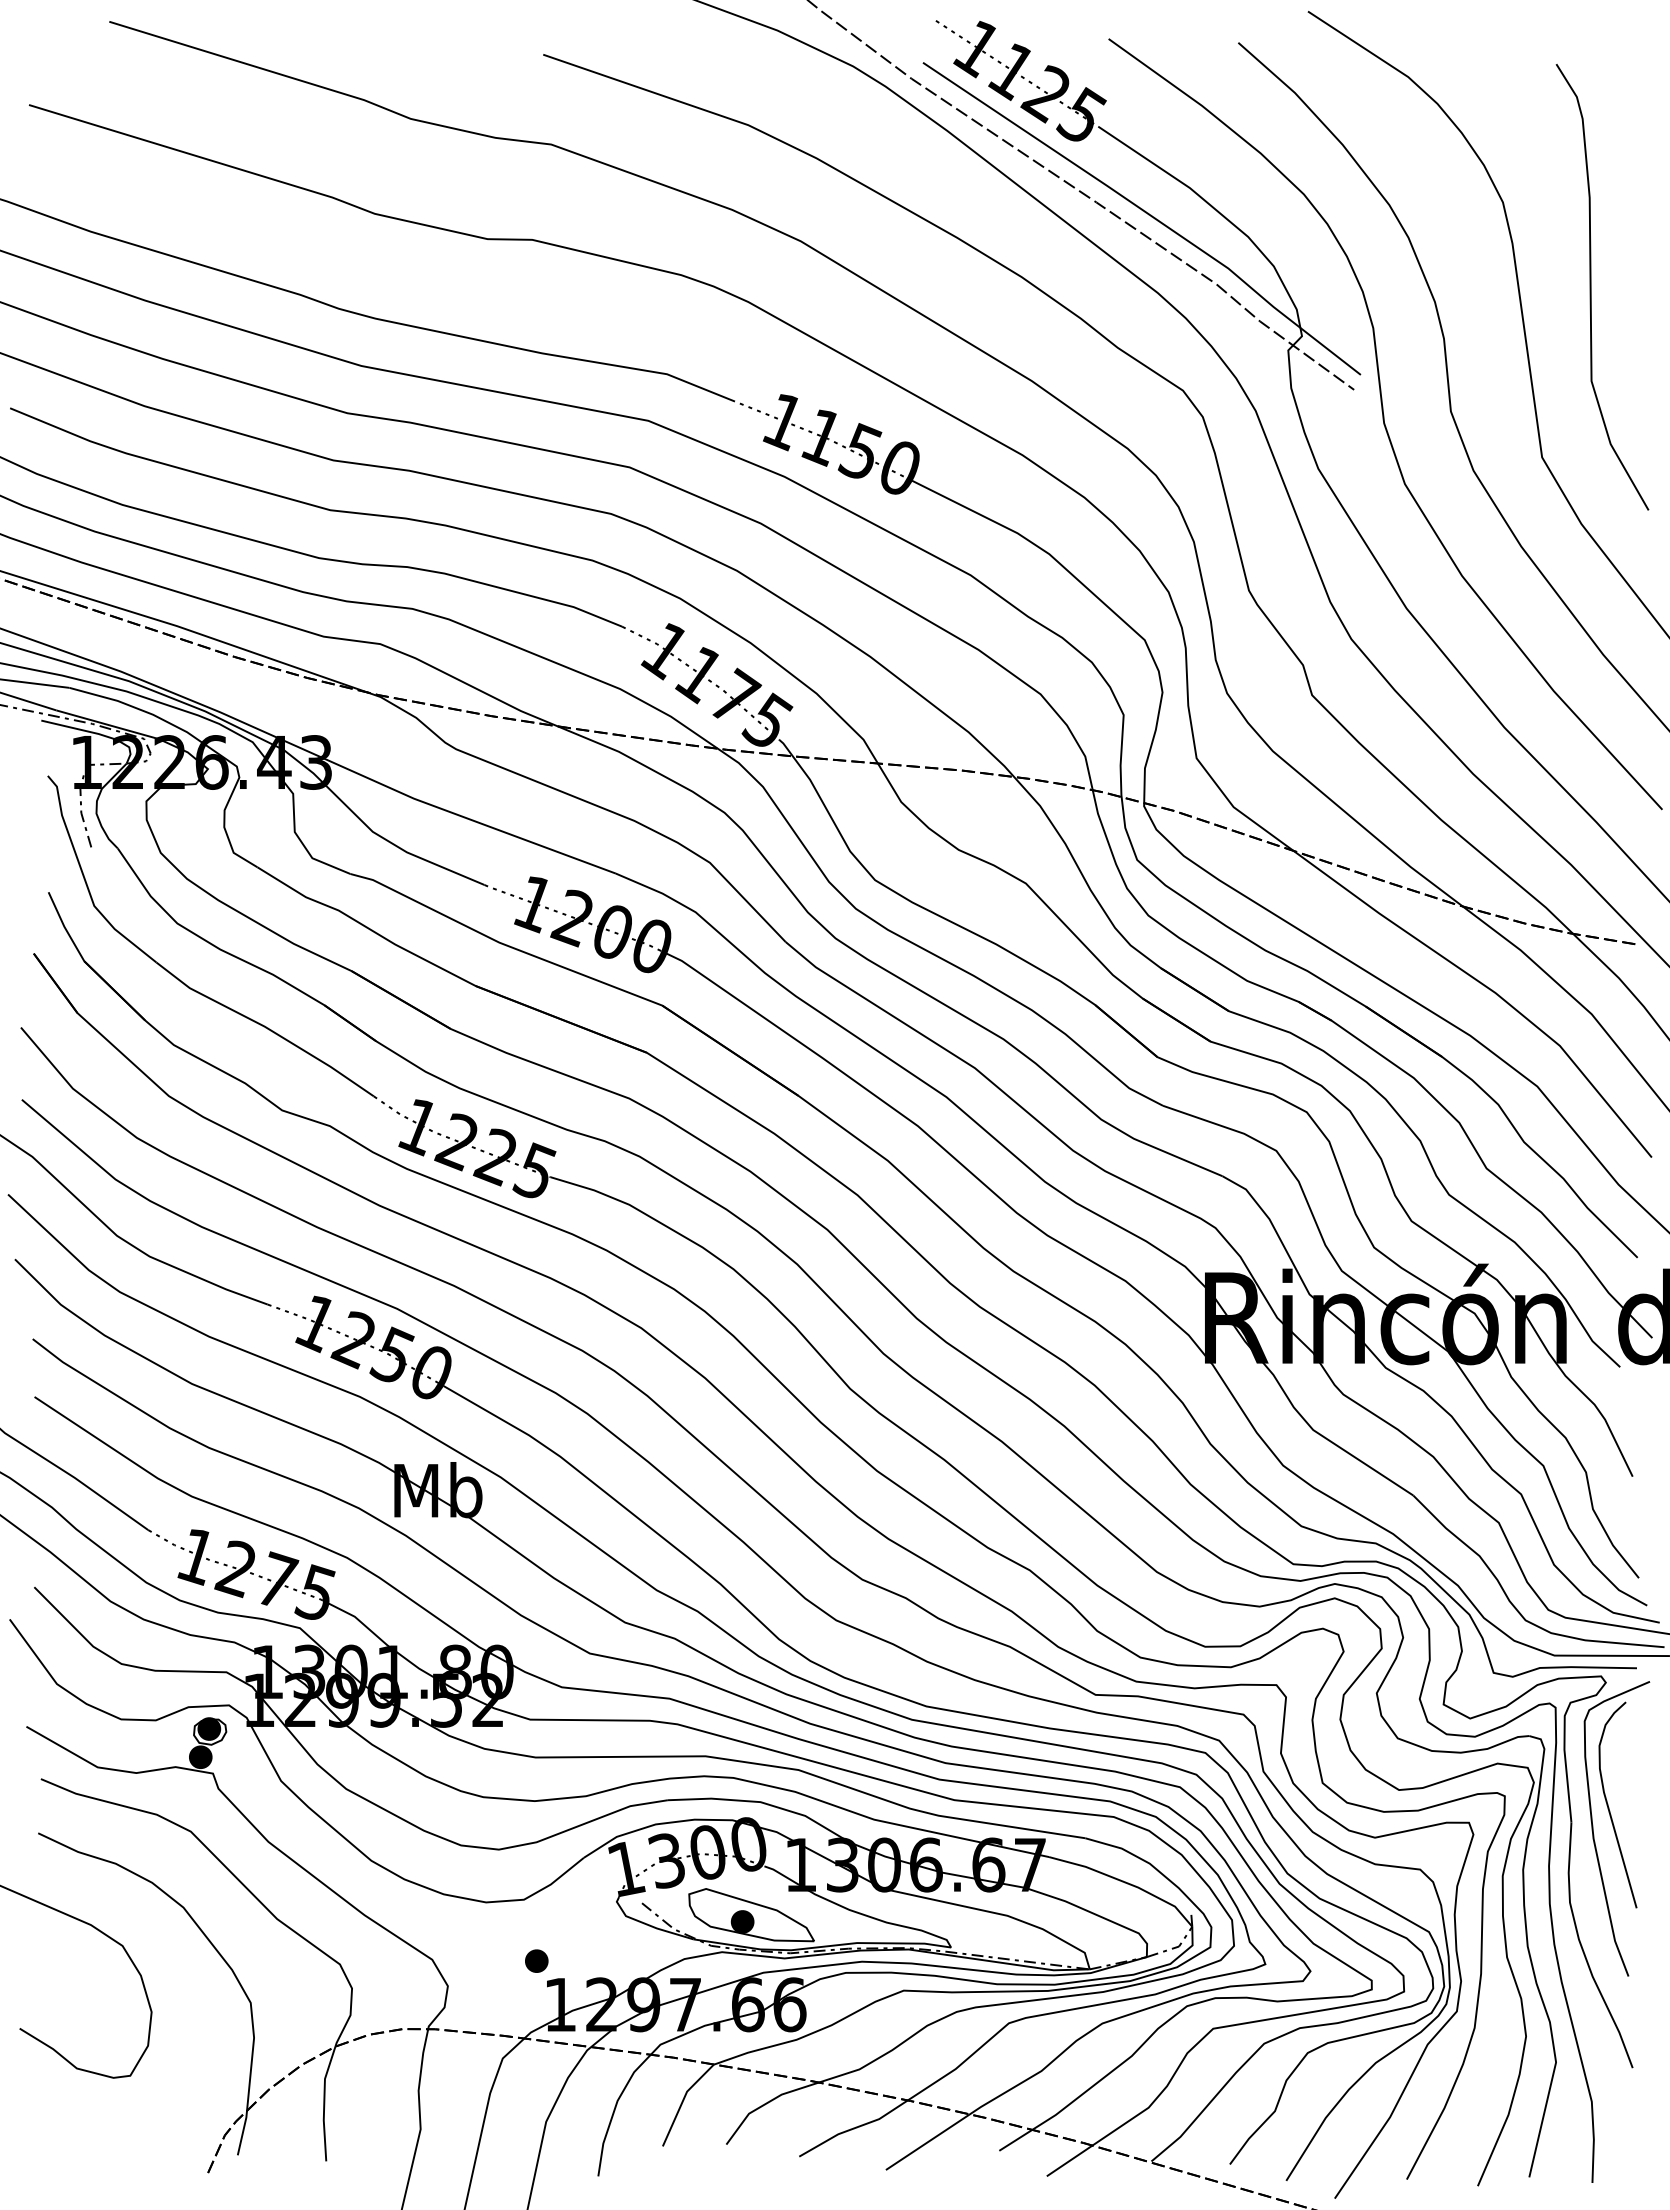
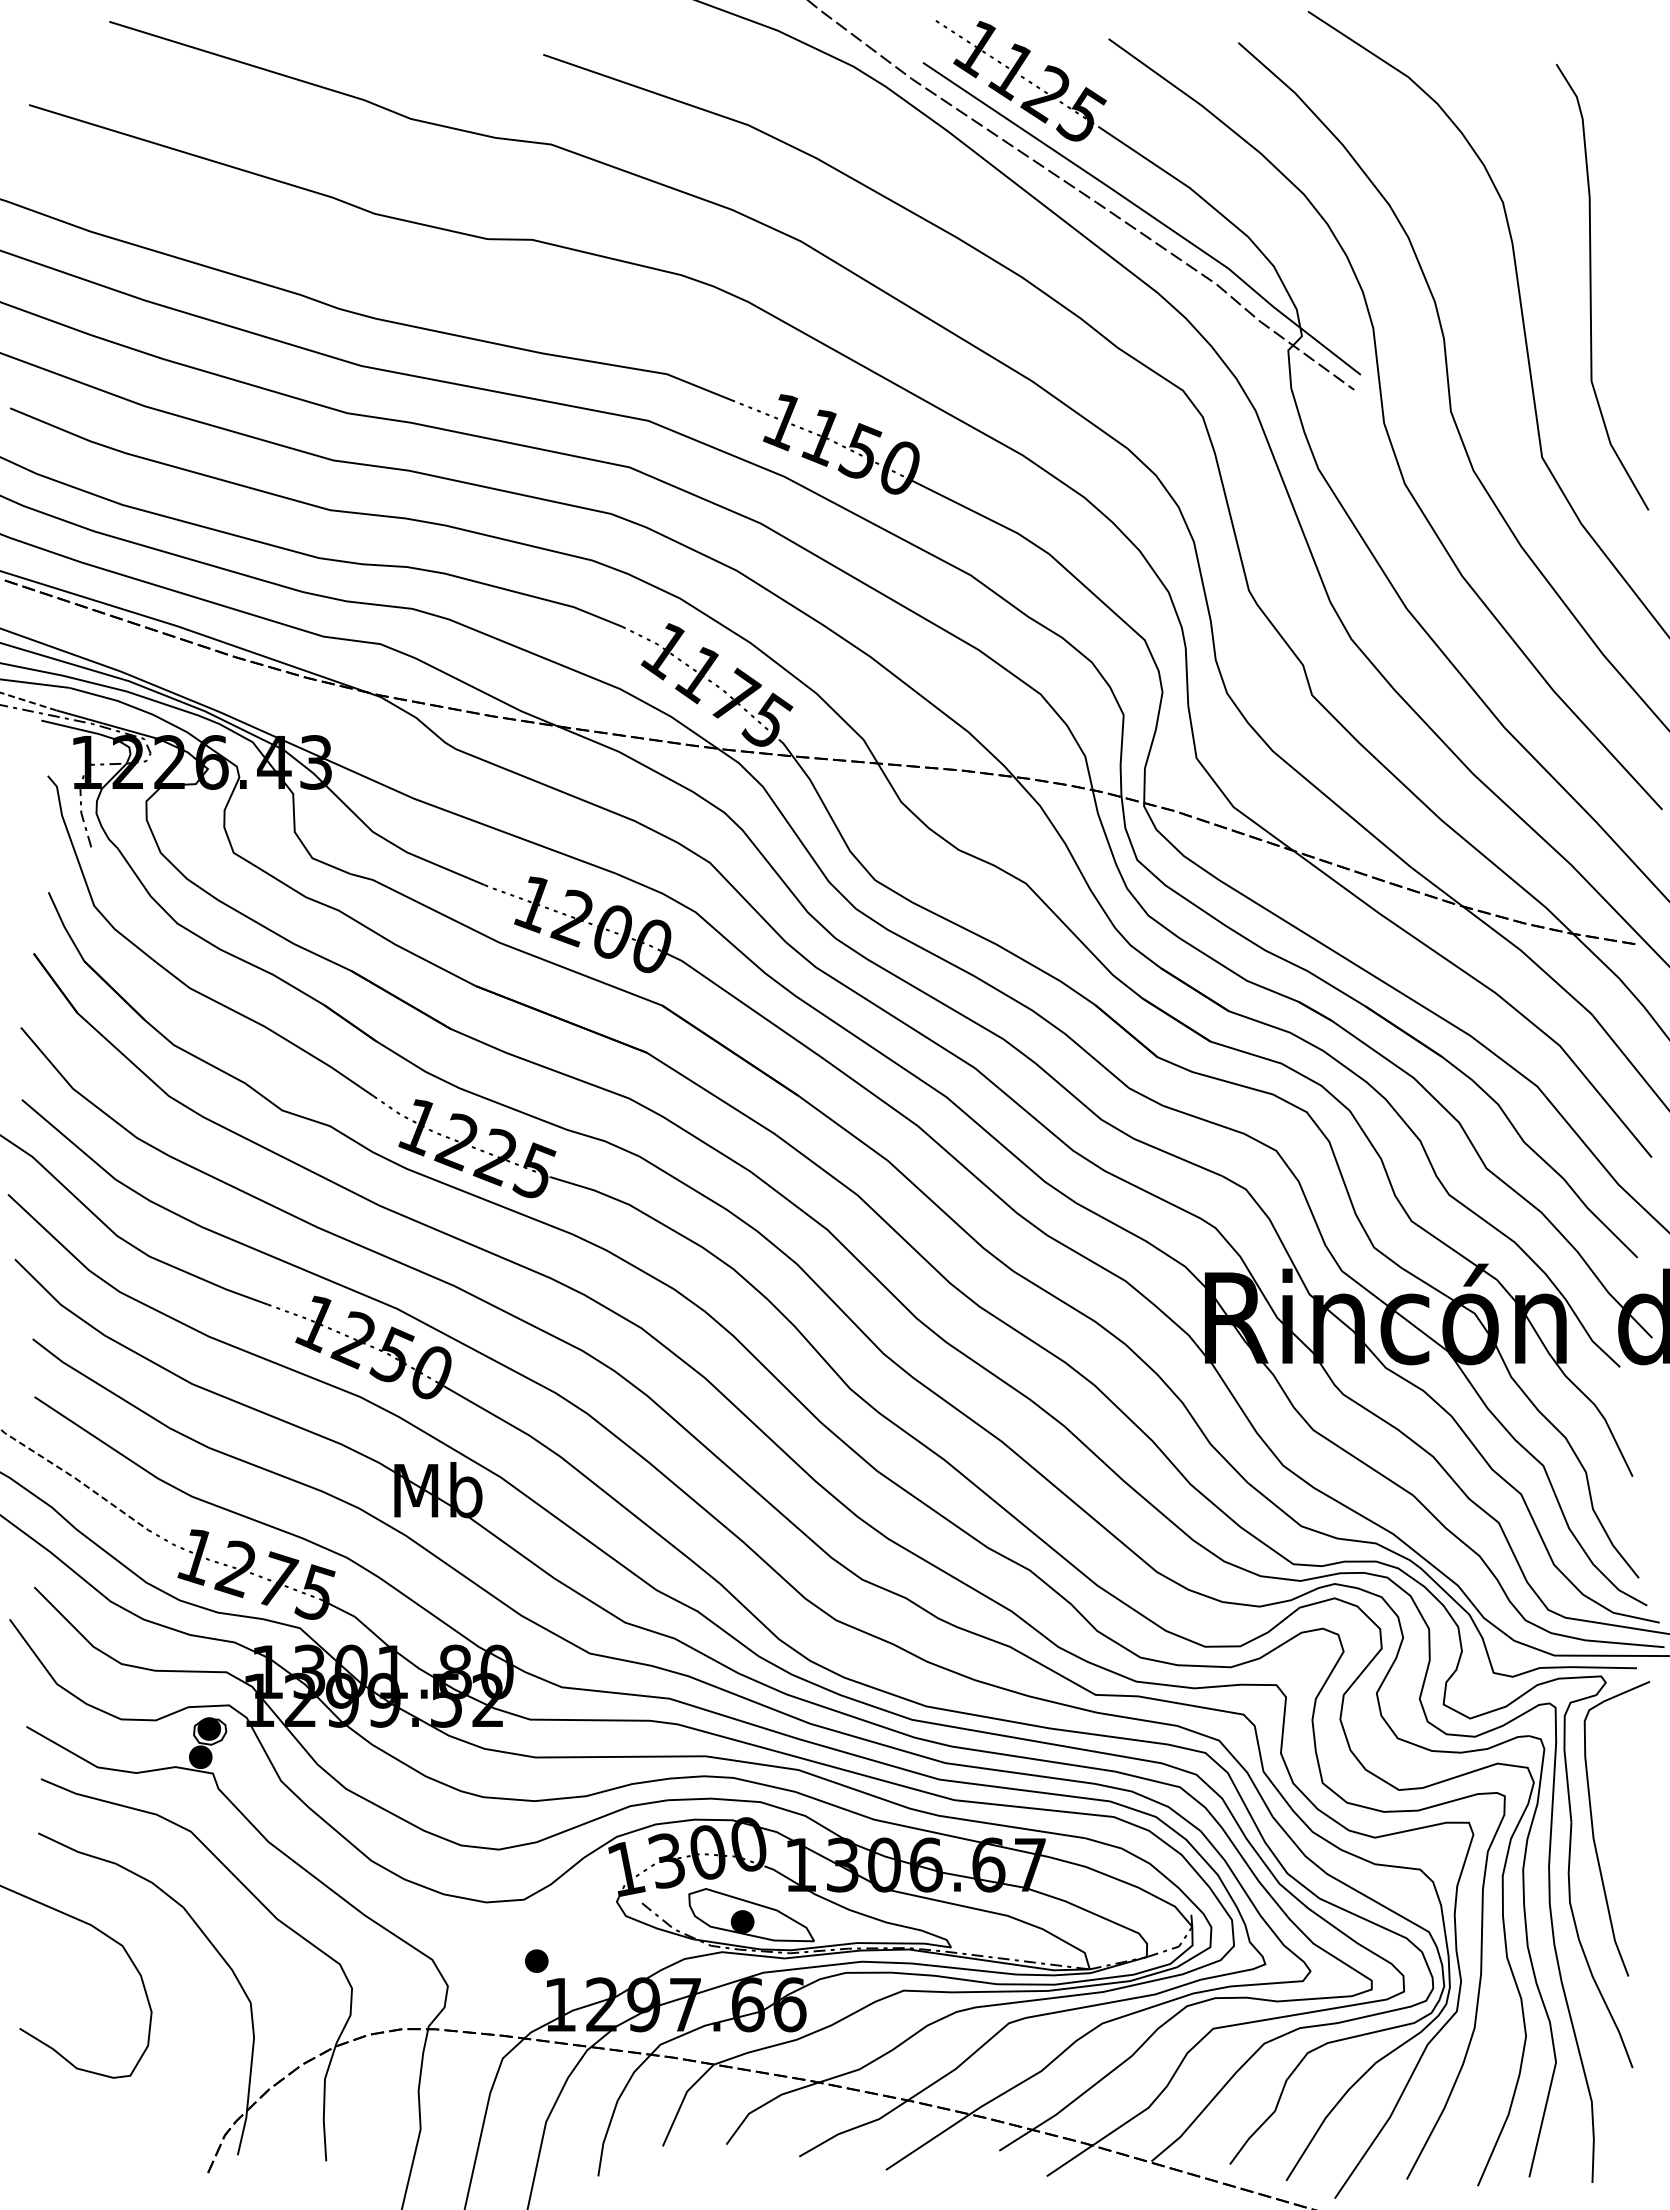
line at (28, 701): solid -> dashed
line at (74, 1477): solid -> dashed
curve at (1609, 1807): present -> none
